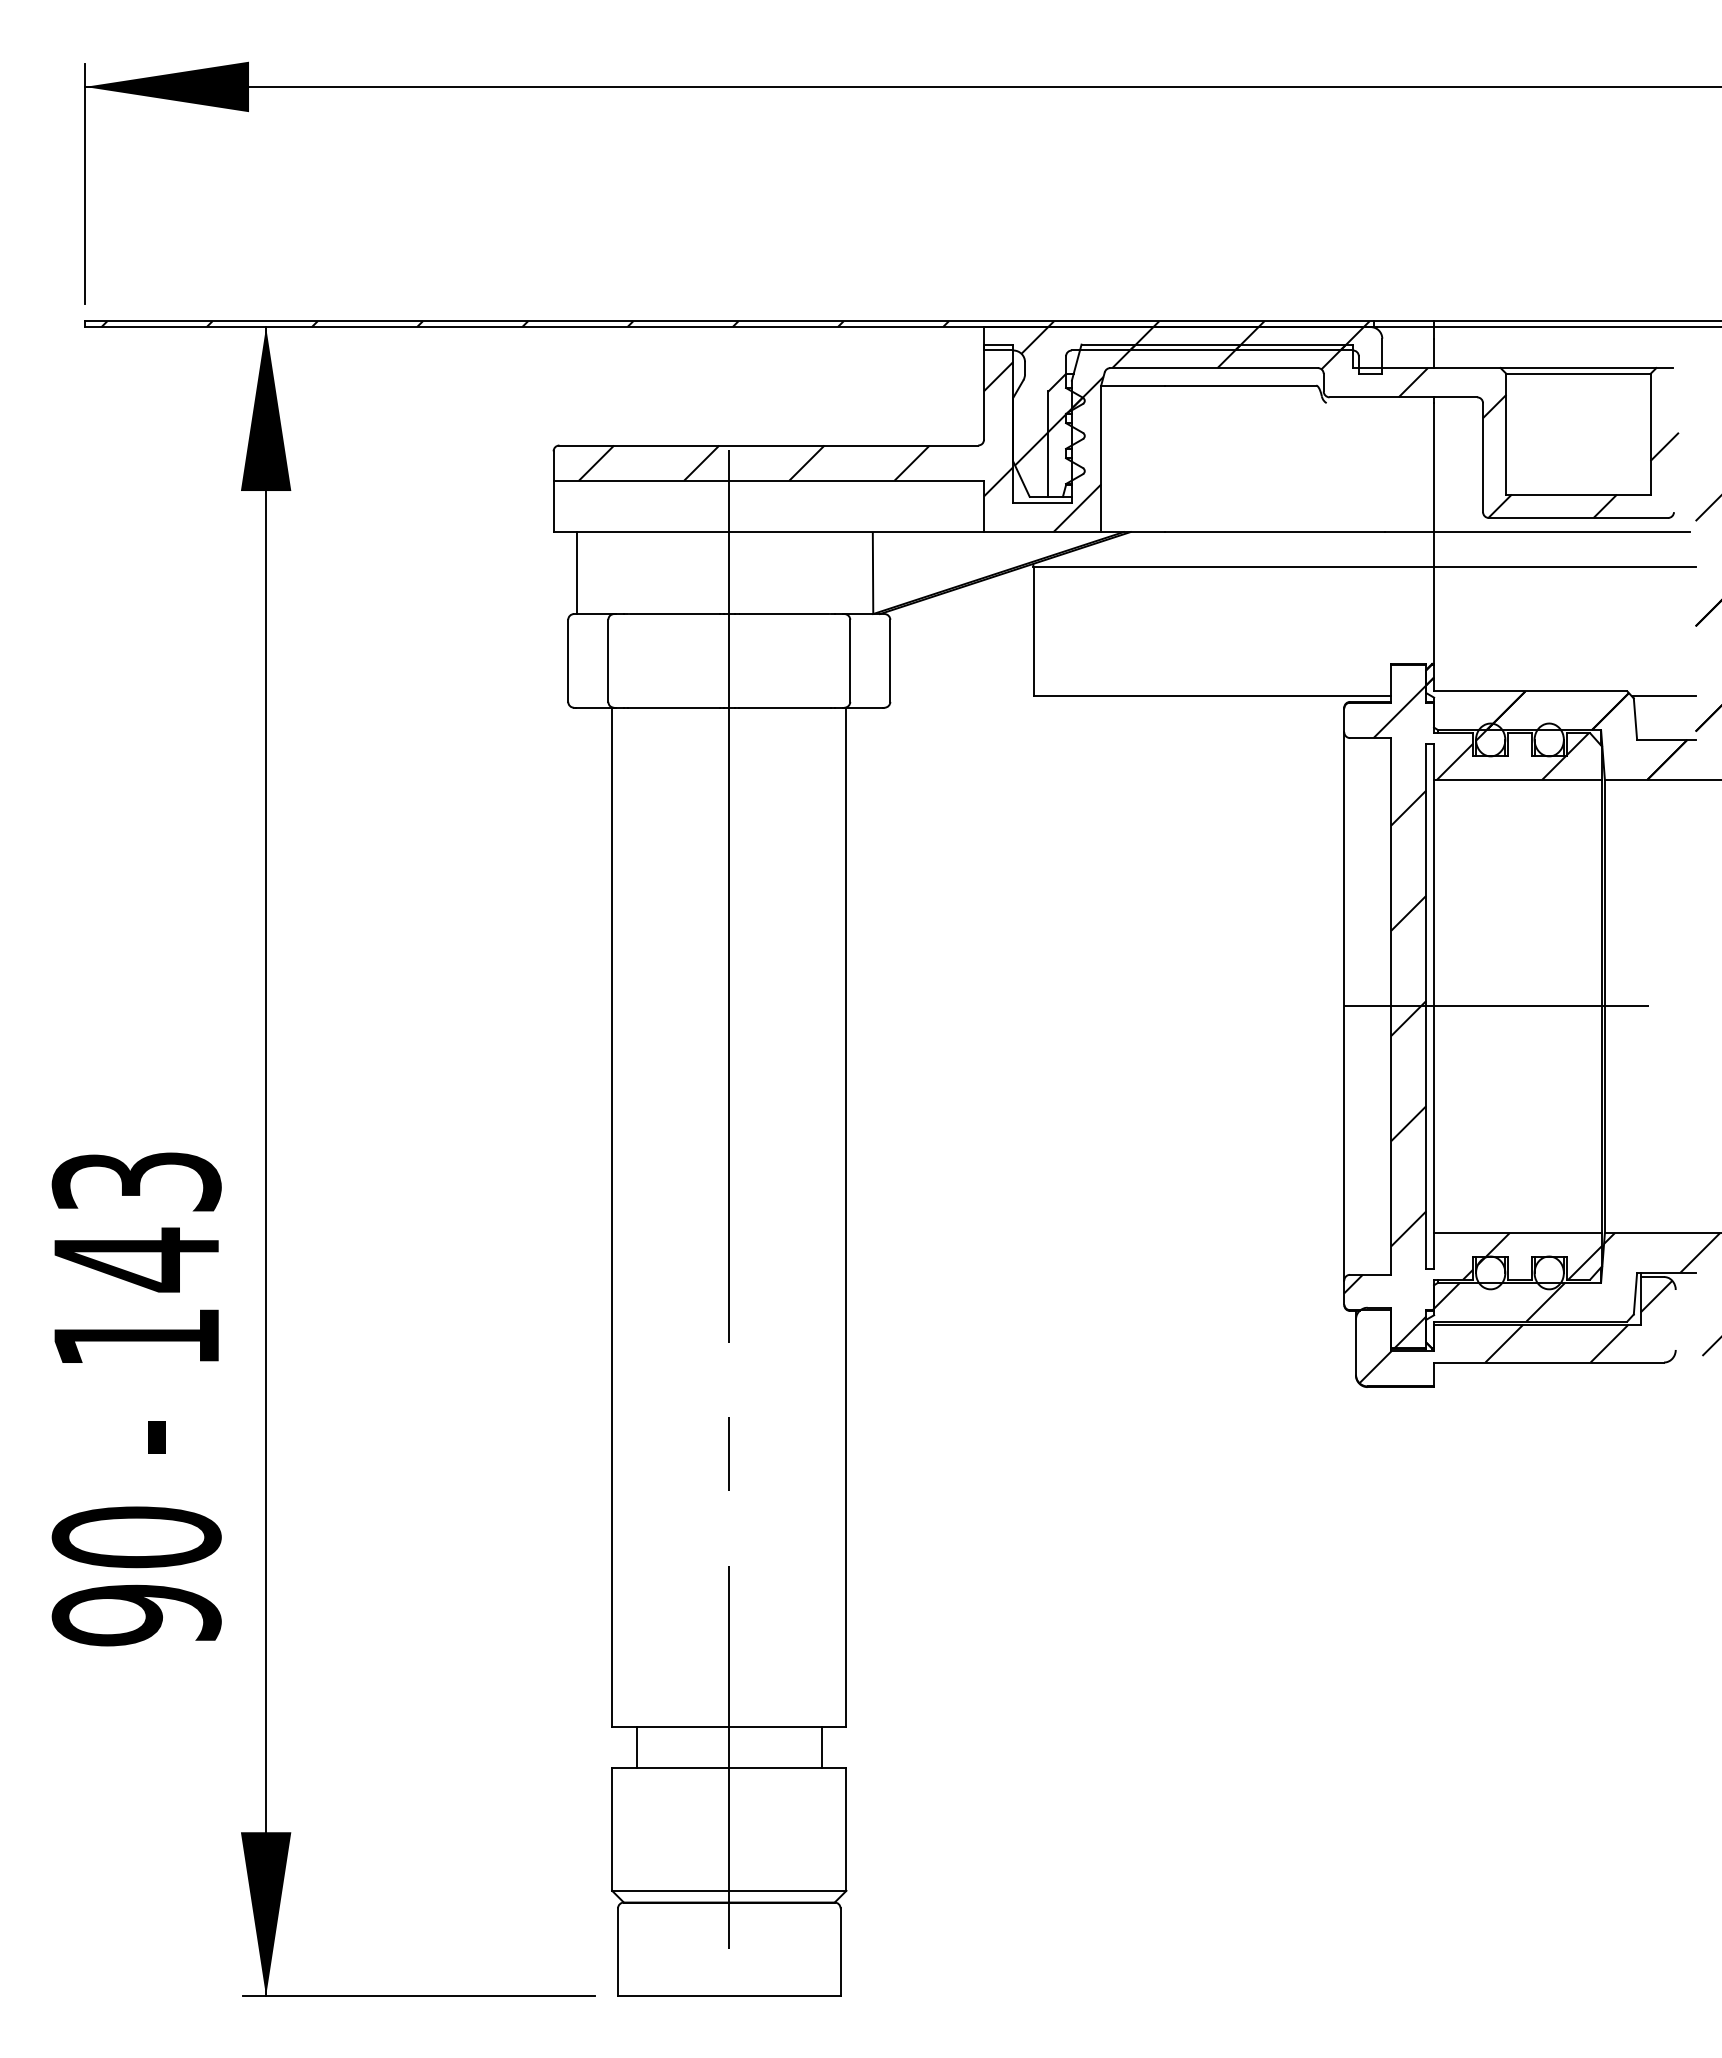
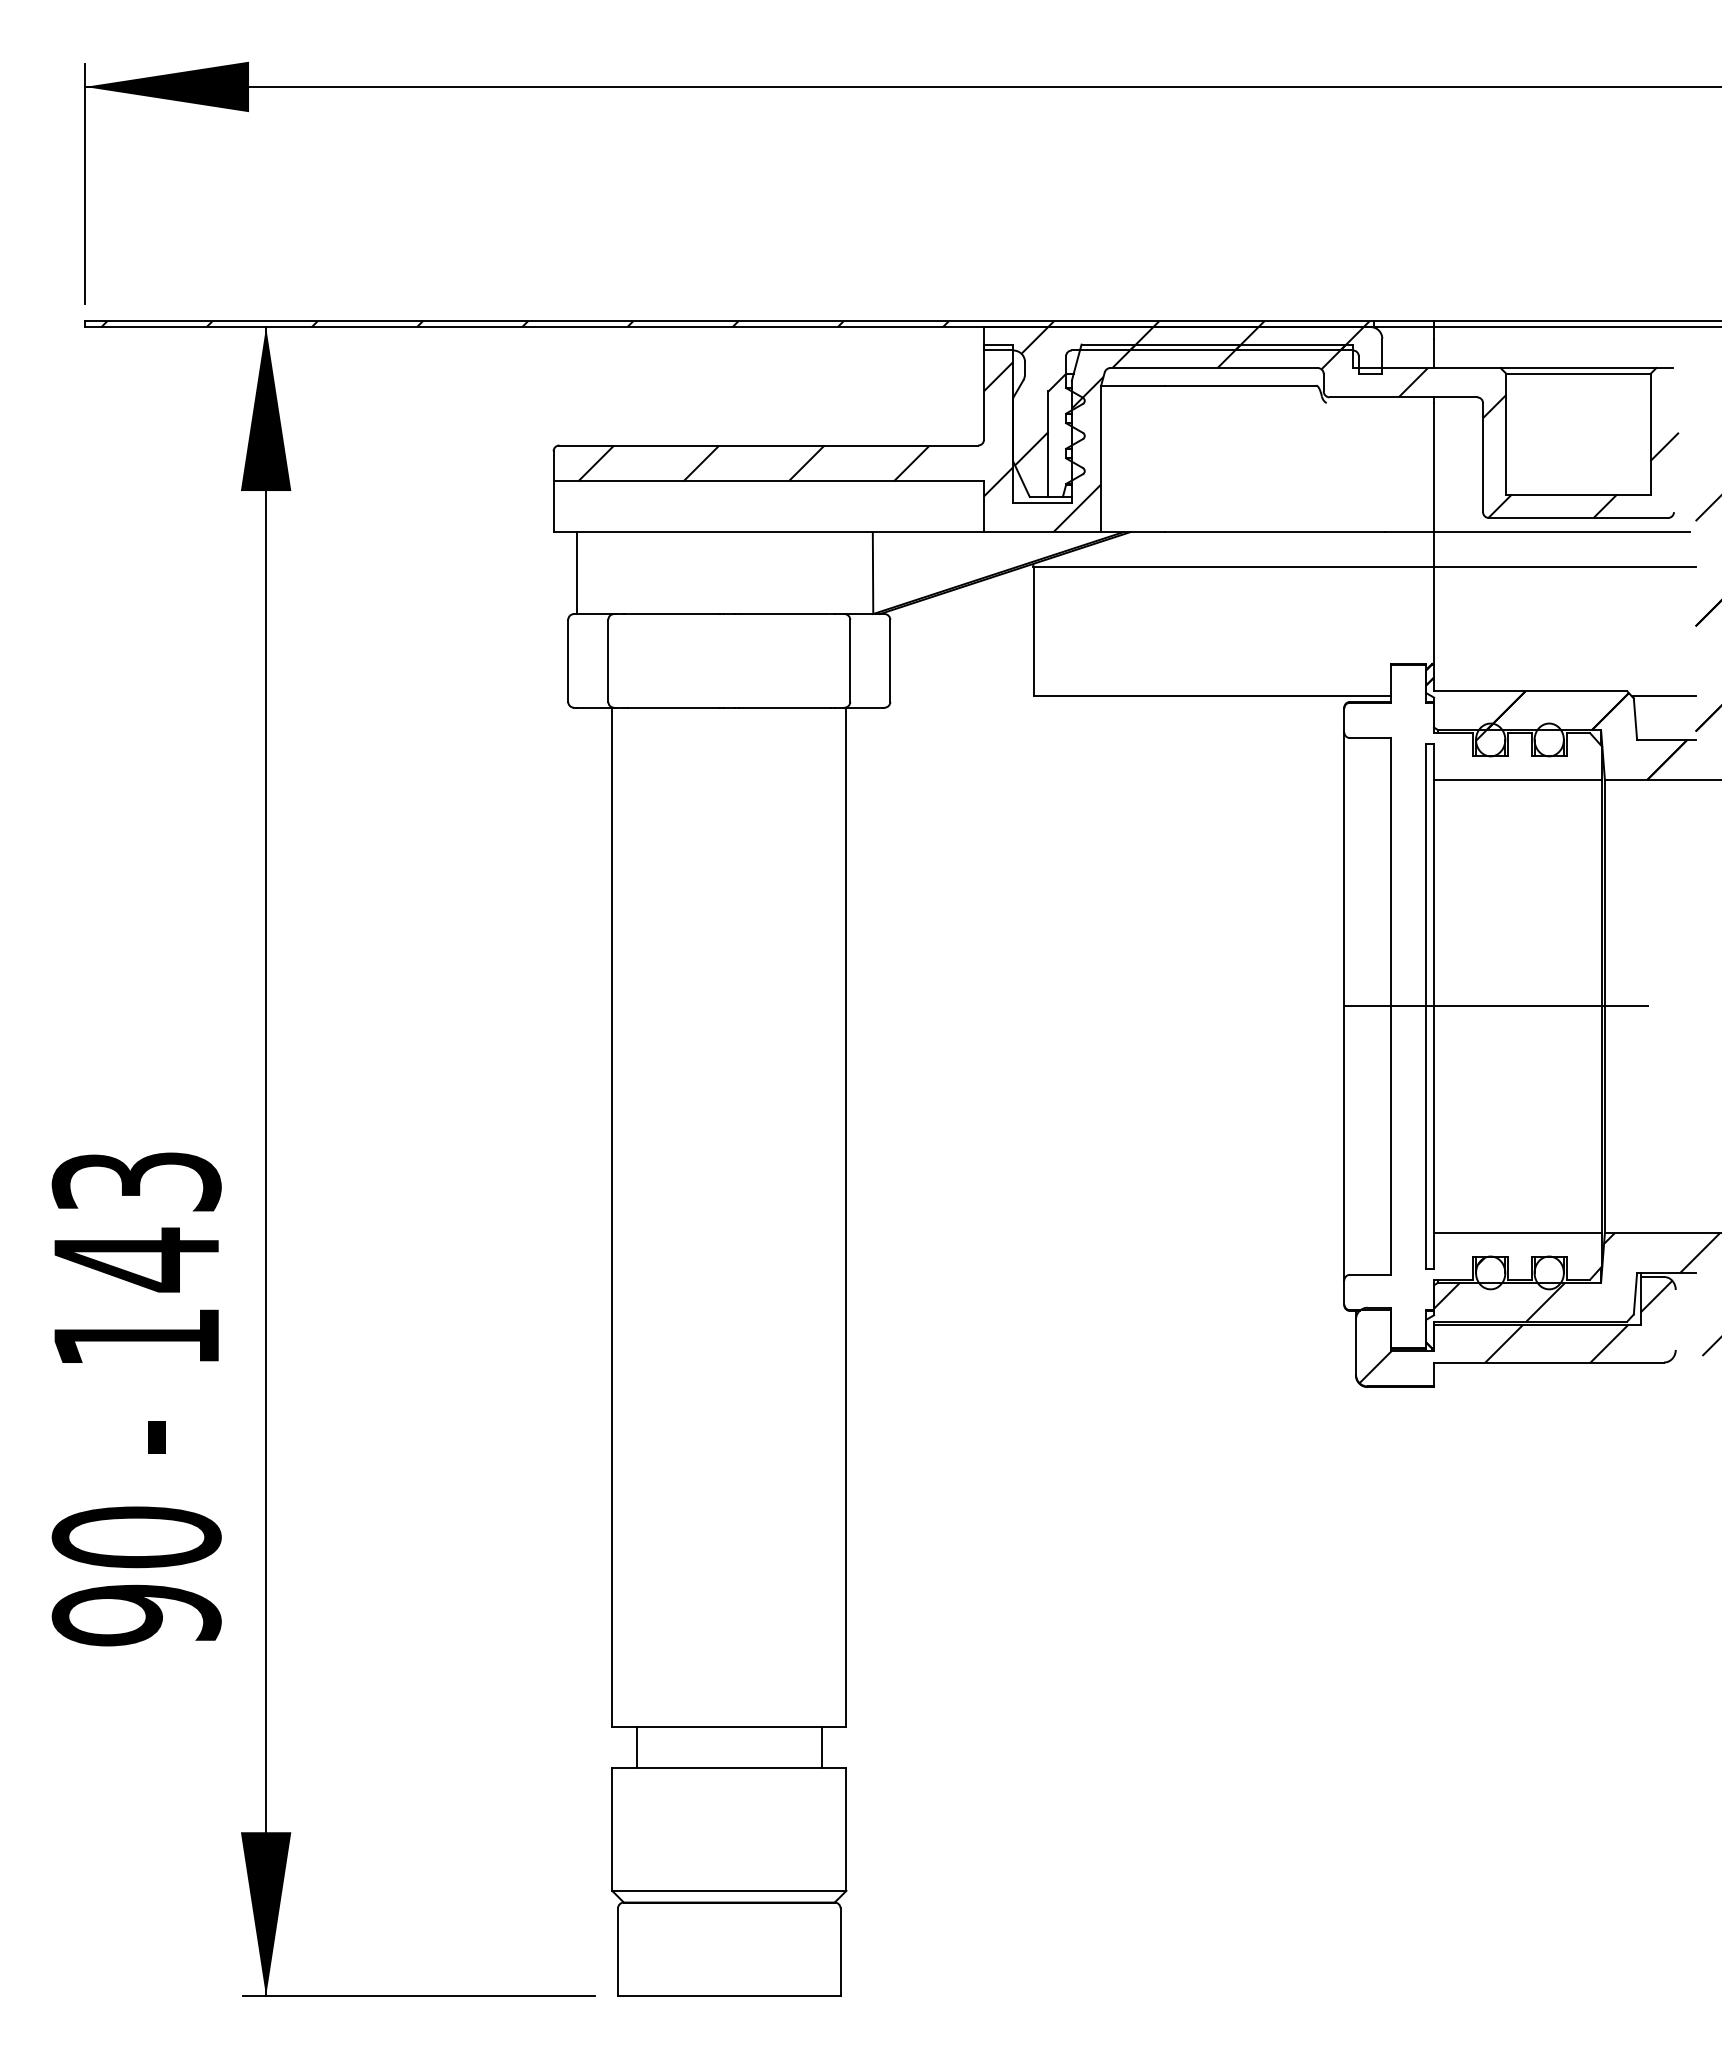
hatch at (1065, 414): present -> none
hatch at (1472, 1016): present -> none
line at (729, 1199): present -> none
